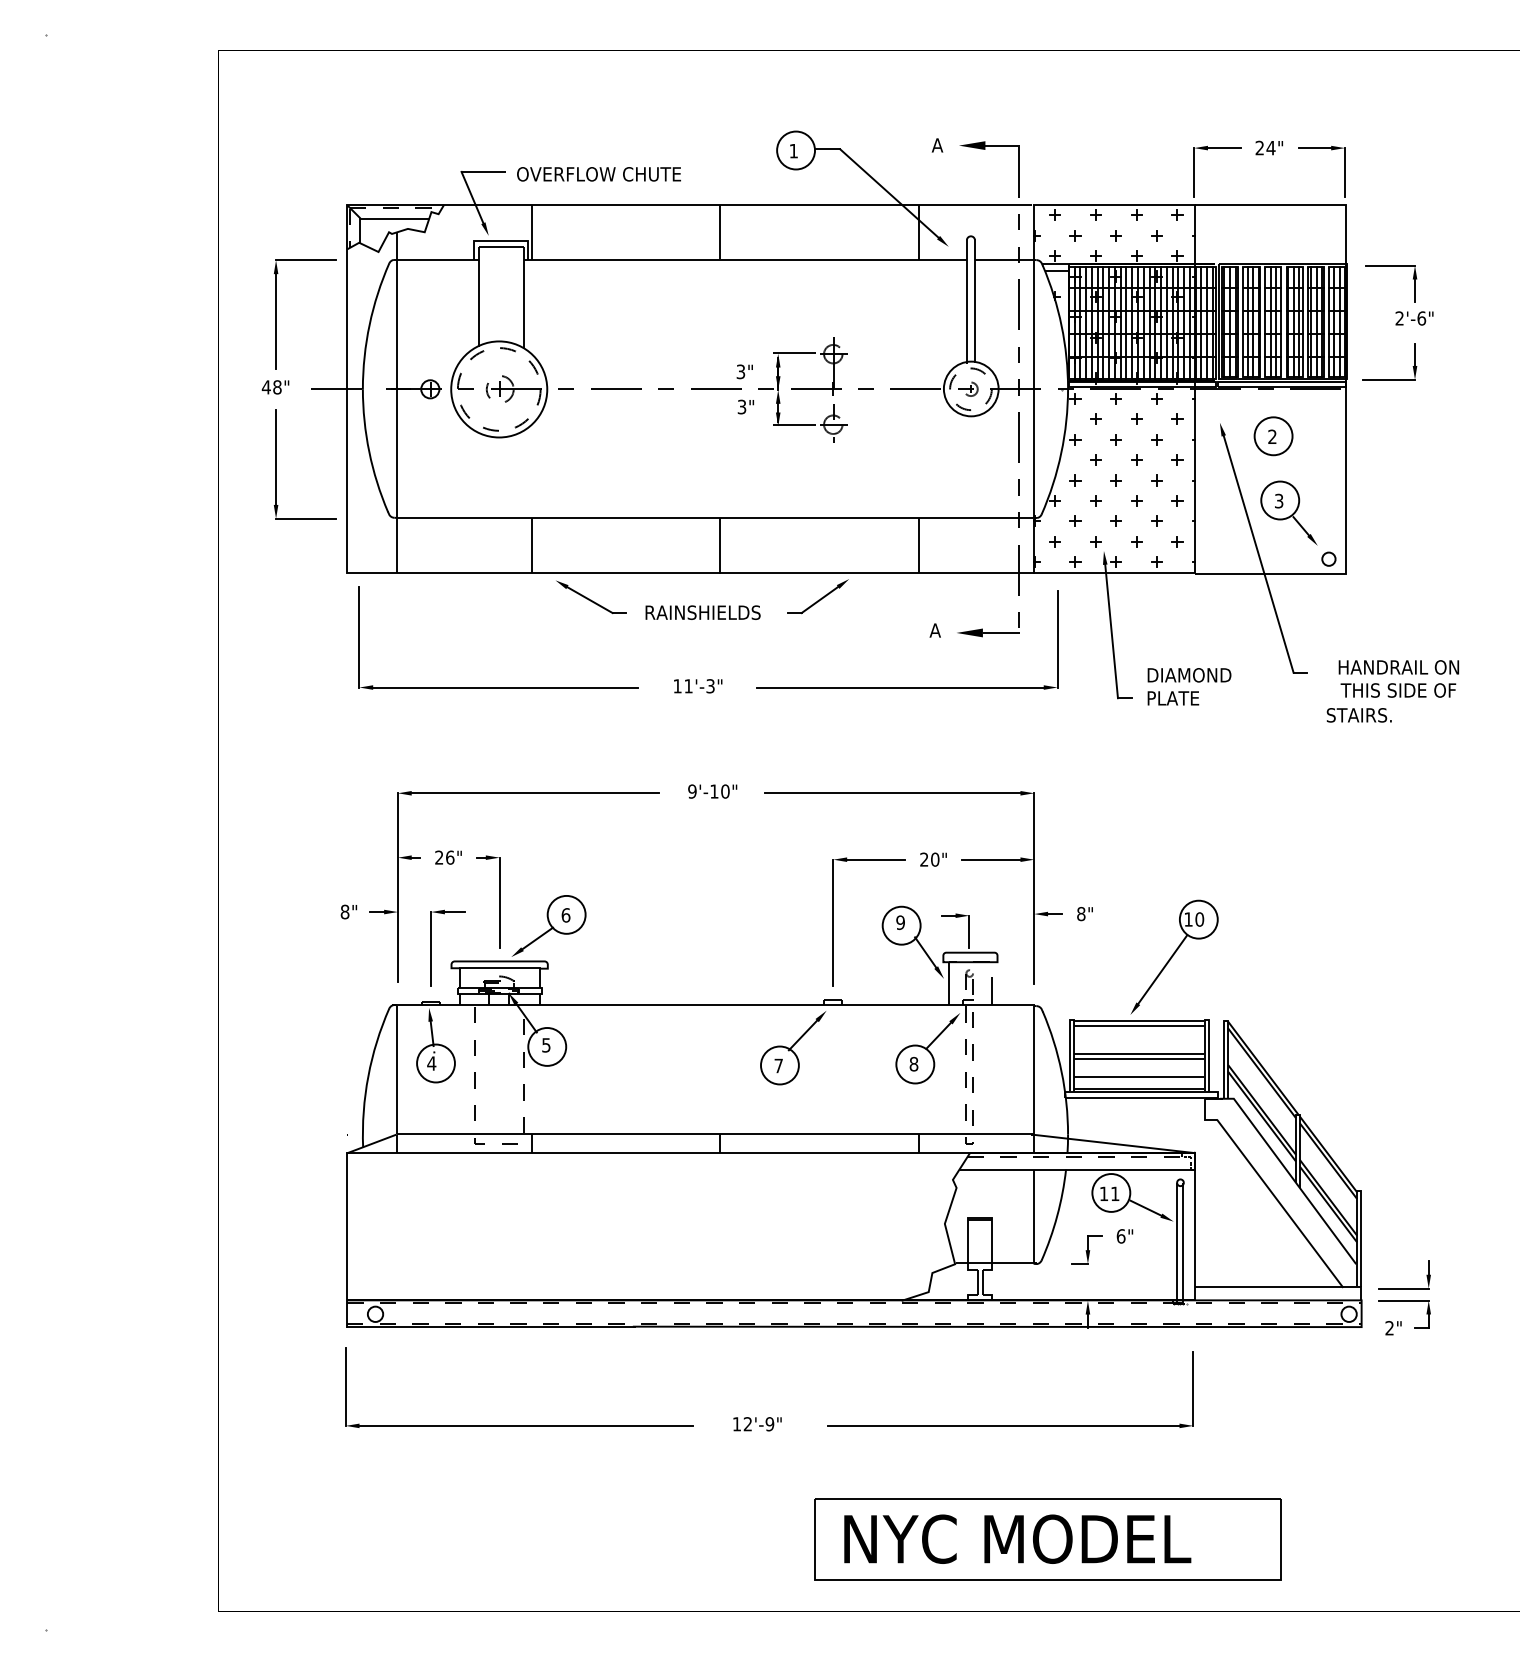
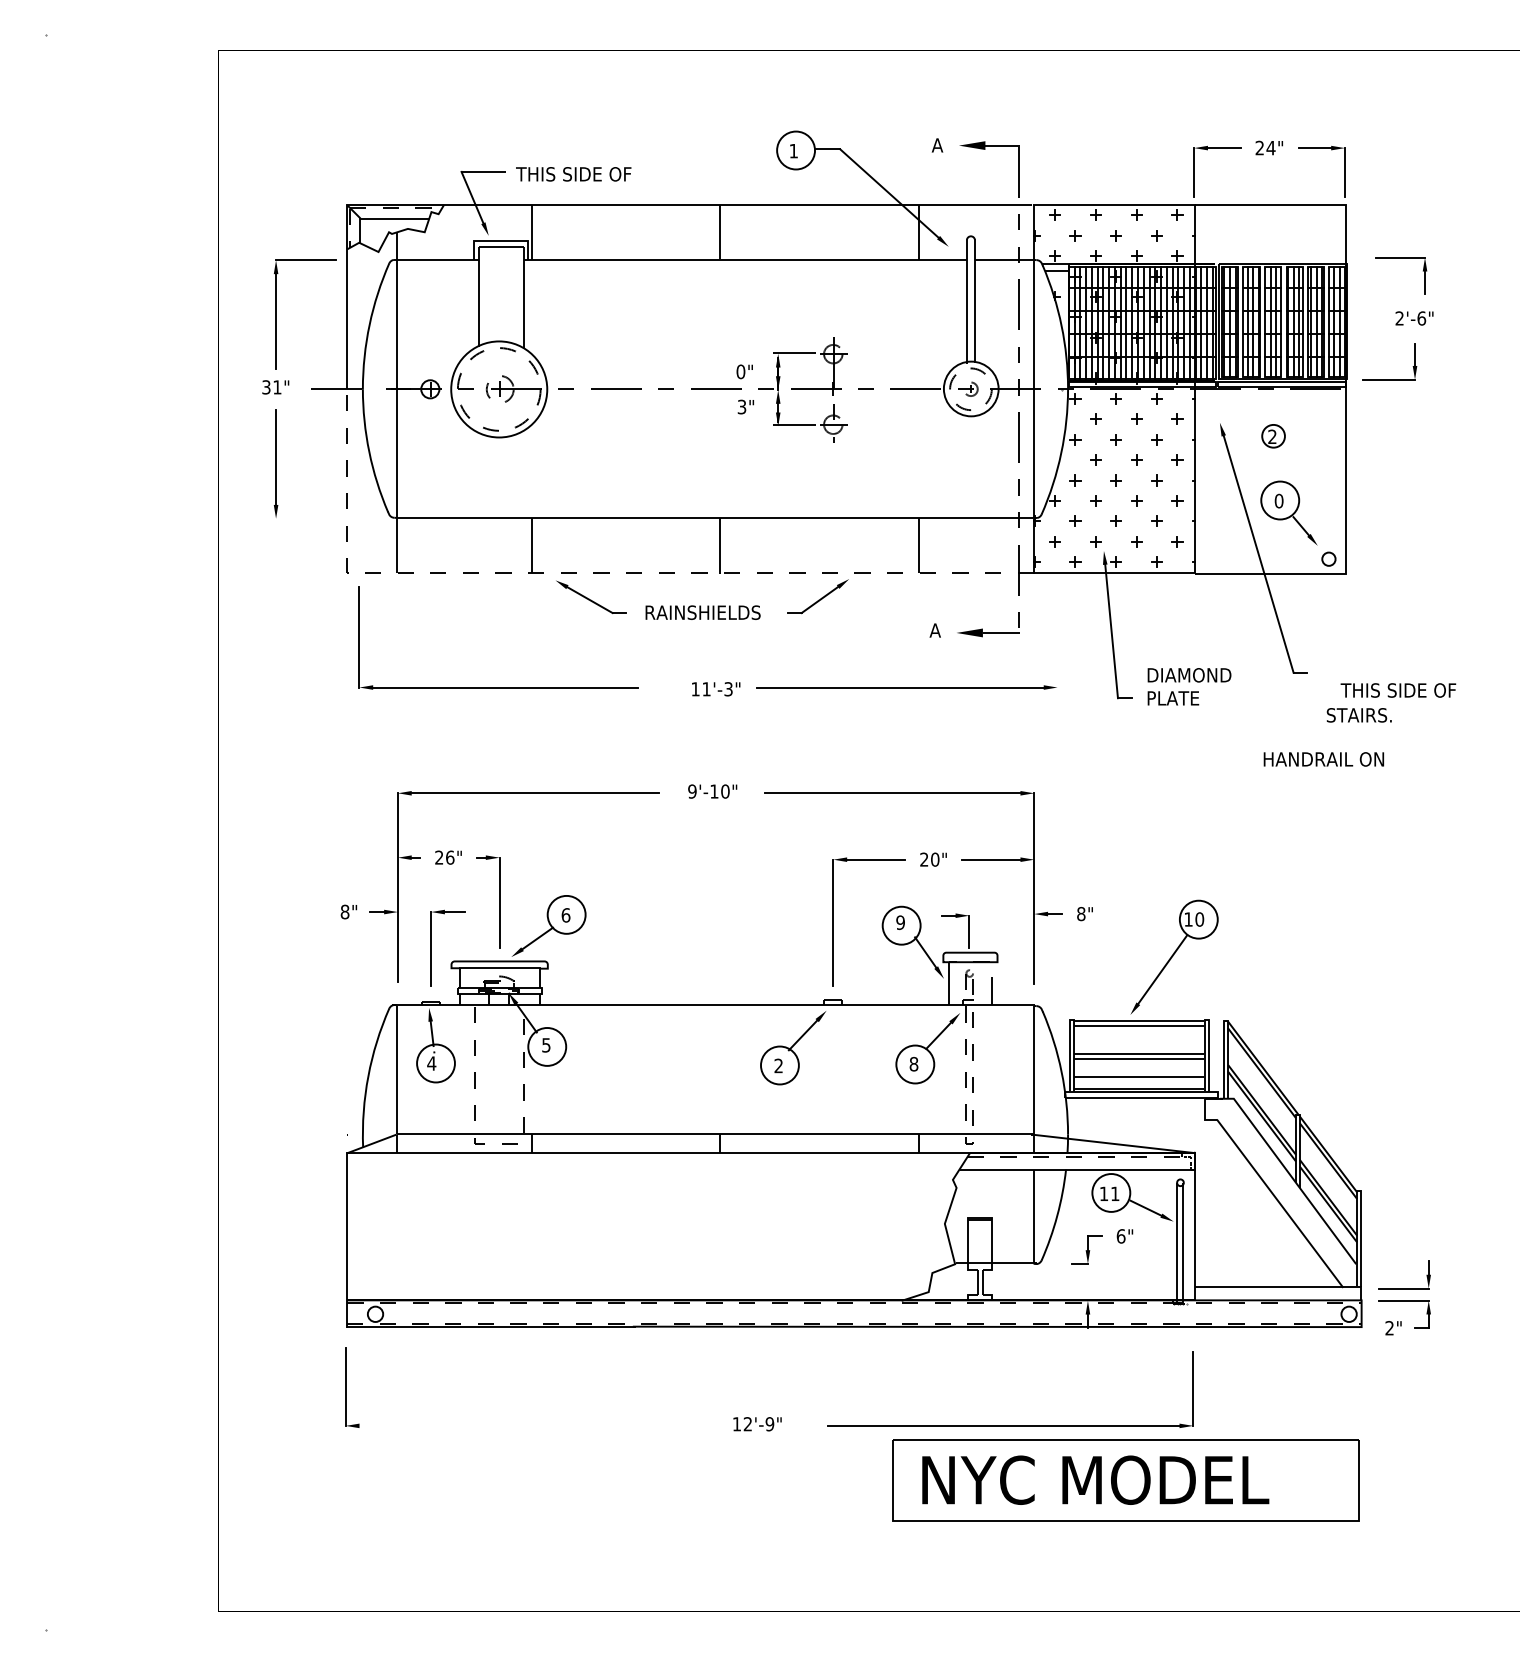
text at (598, 174): OVERFLOW CHUTE -> THIS SIDE OF
part at (1391, 266) position: (1391, 266) -> (1401, 258)
text at (740, 371): 3" -> 0"
text at (271, 387): 48" -> 31"
circle at (1273, 436) diameter: 38 px -> 23 px
text at (1278, 500): 3 -> 0
line at (305, 518): present -> none
line at (597, 573): solid -> dashed
line at (1057, 638): present -> none
text at (1398, 667) position: (1398, 667) -> (1323, 759)
text at (698, 686) position: (698, 686) -> (716, 689)
text at (778, 1065): 7 -> 2
line at (526, 1425): present -> none
part at (1047, 1539) position: (1047, 1539) -> (1125, 1480)
